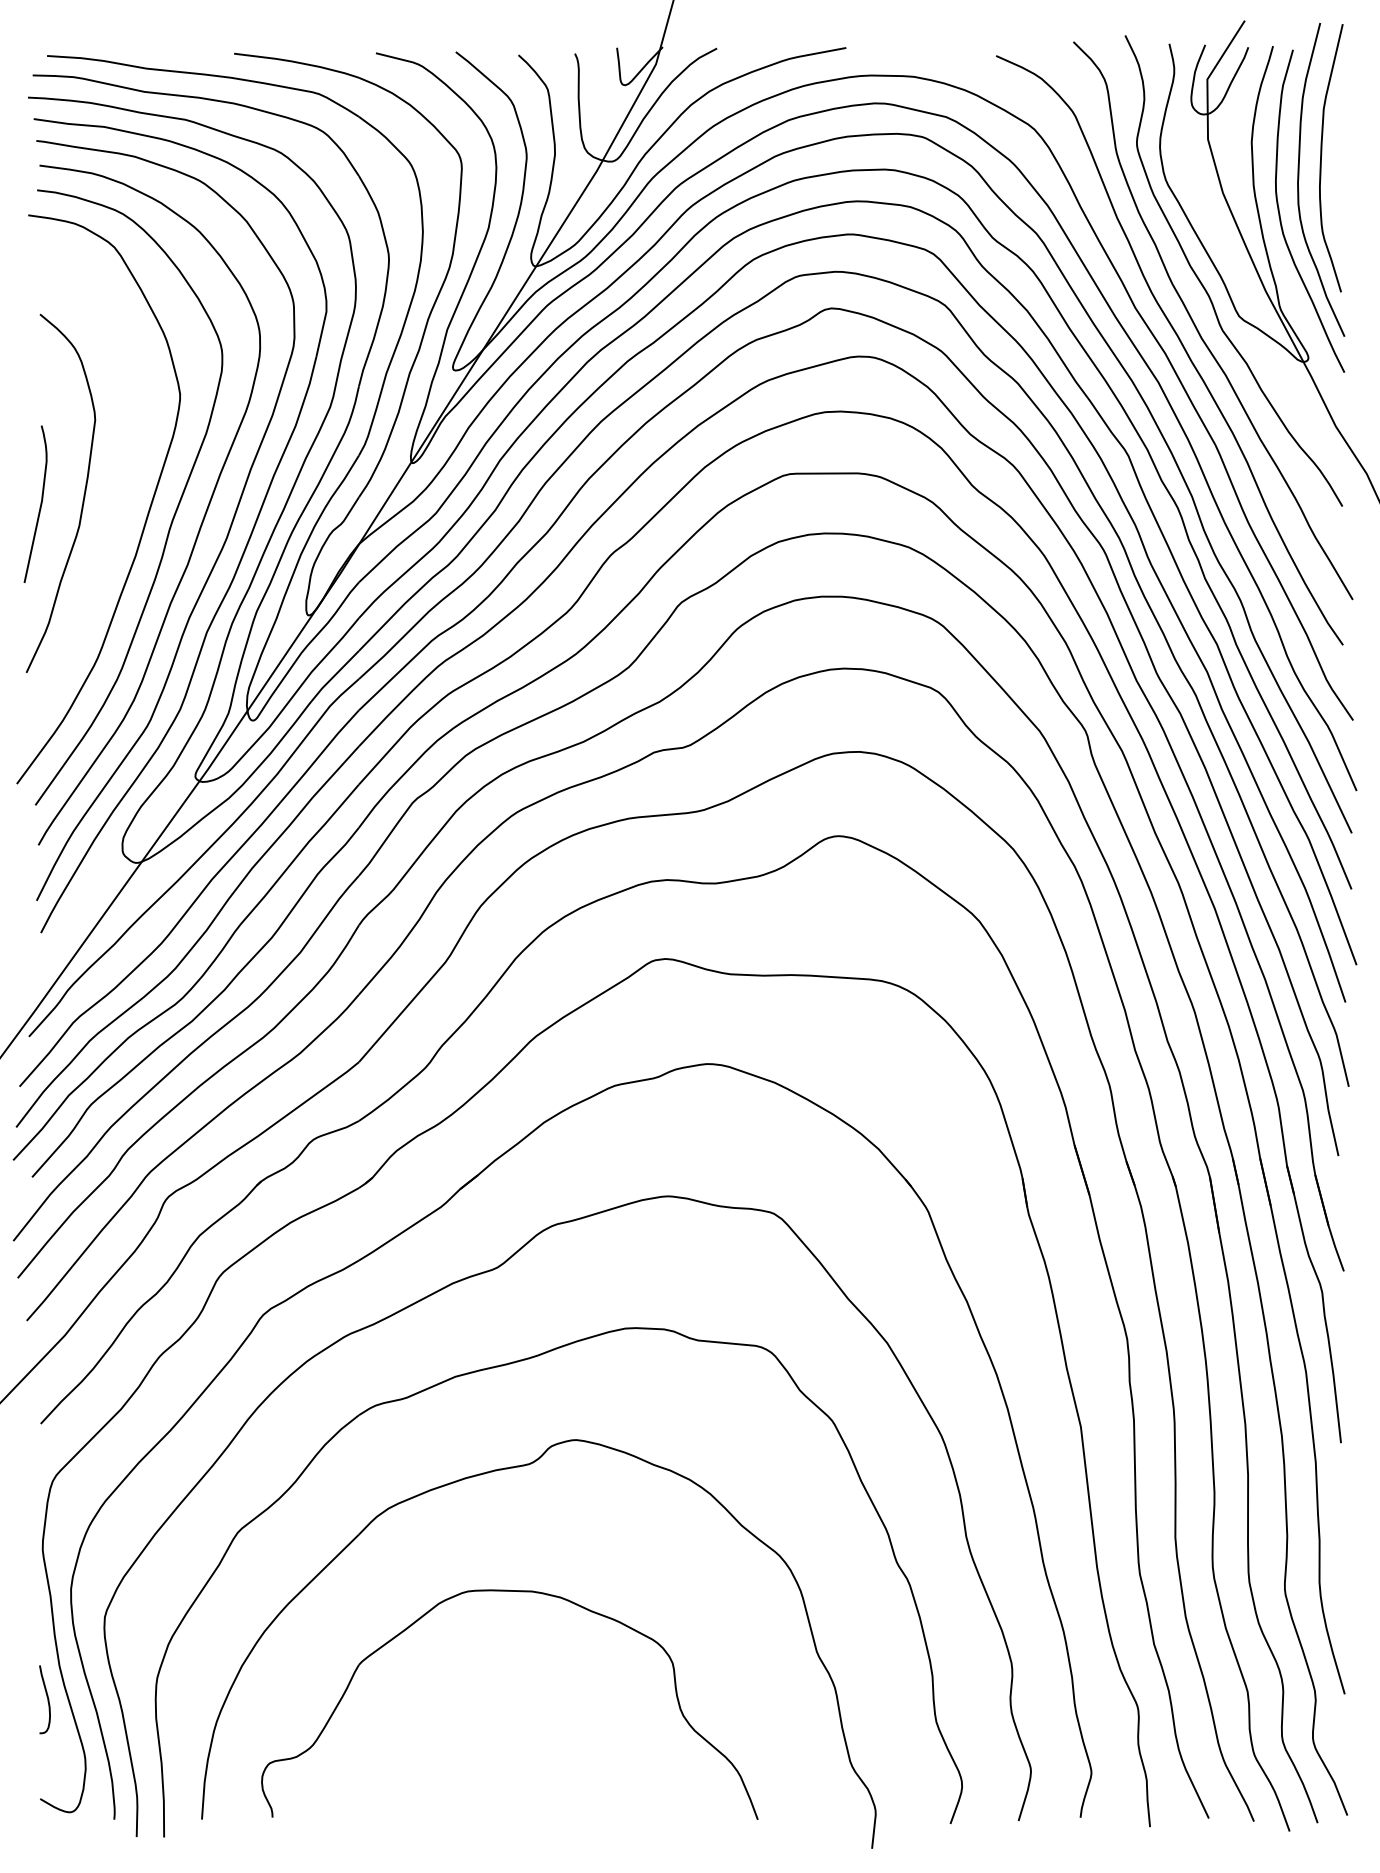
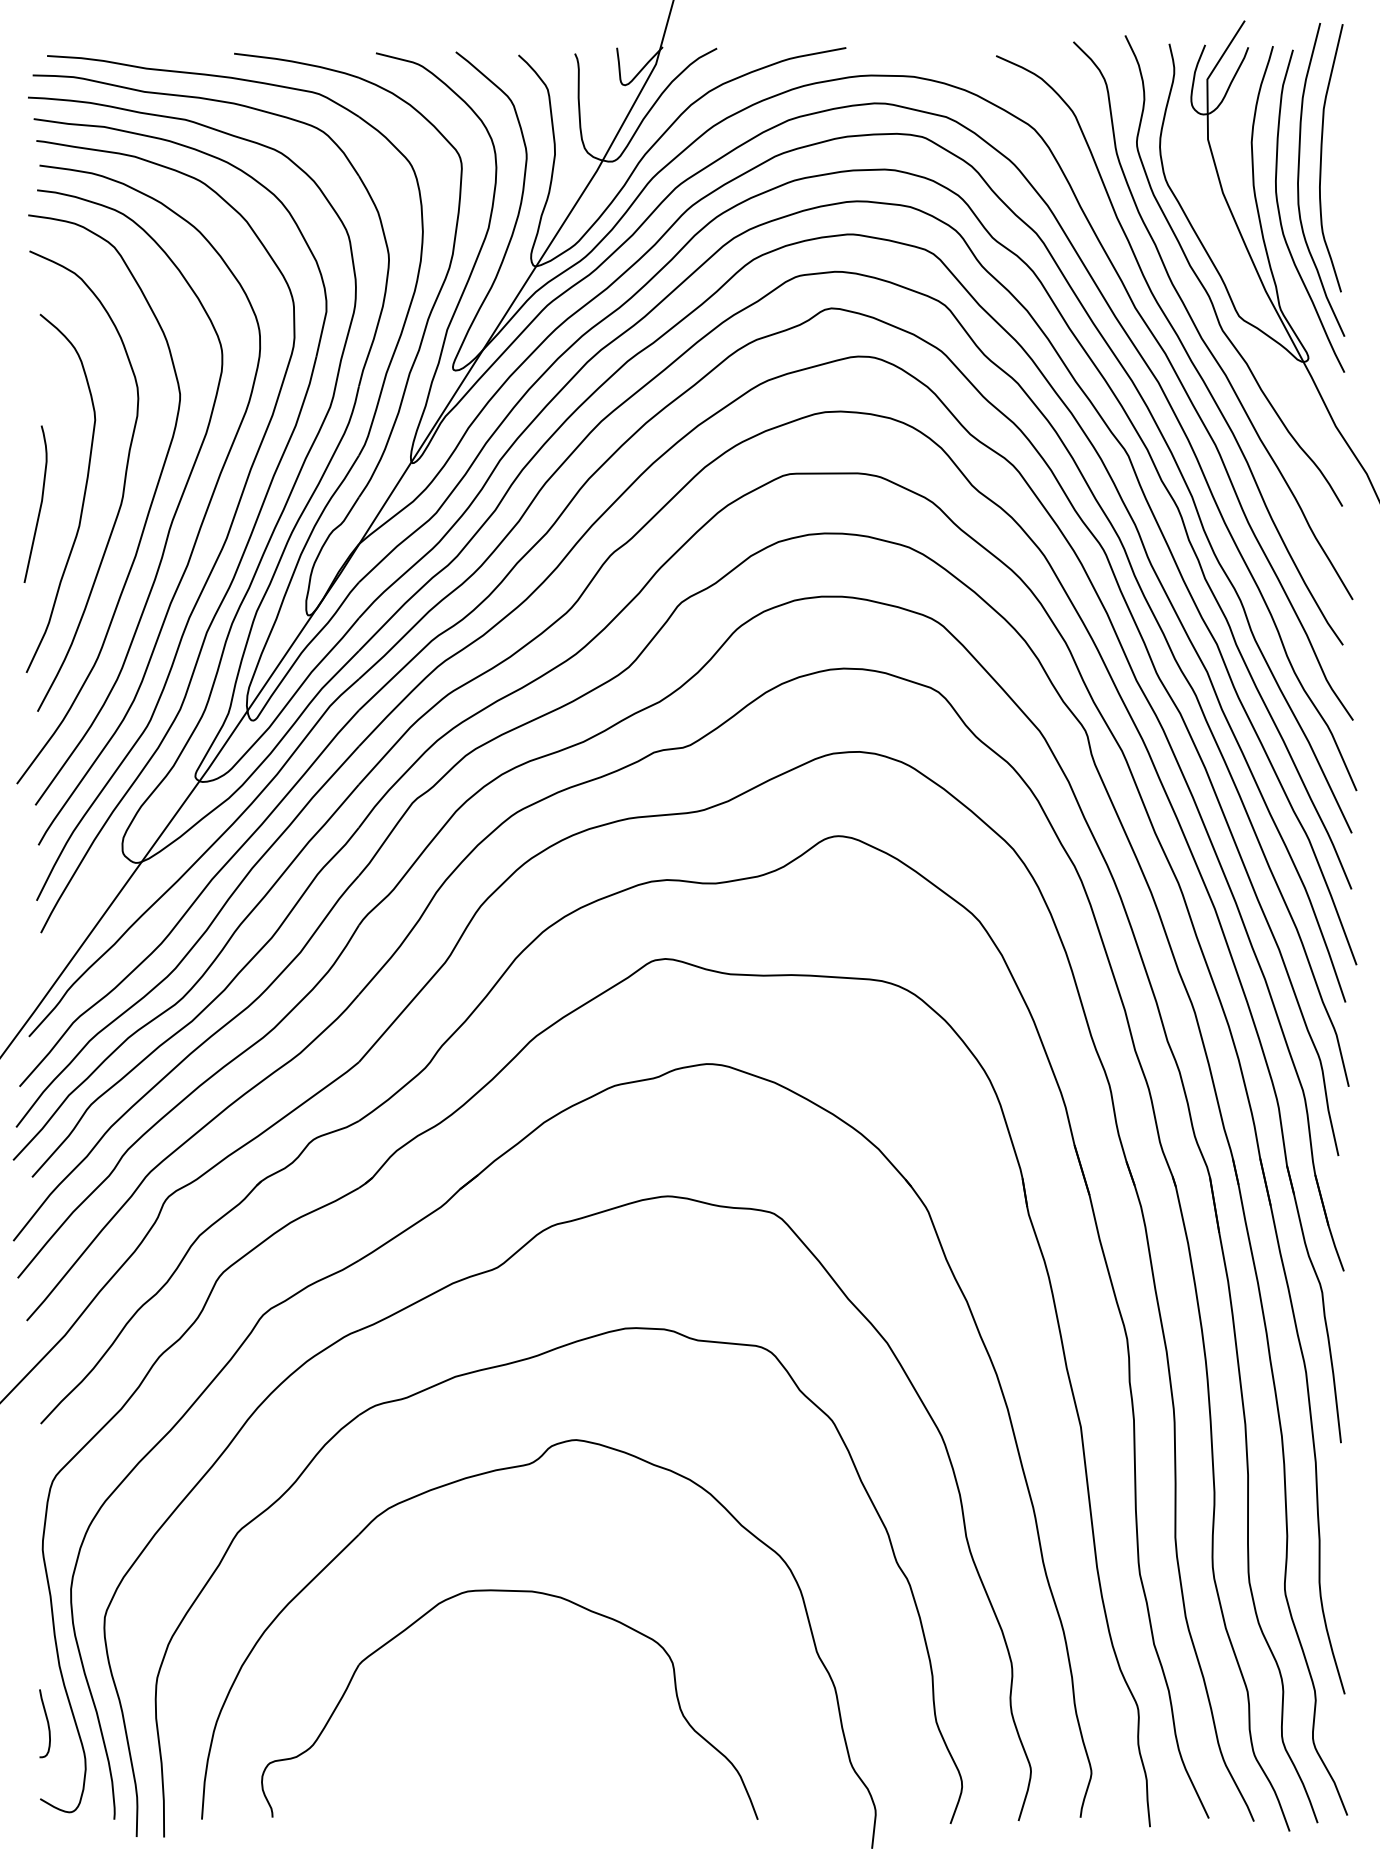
curve at (123, 483): none -> present
curve at (47, 1699) position: (47, 1699) -> (47, 1723)
